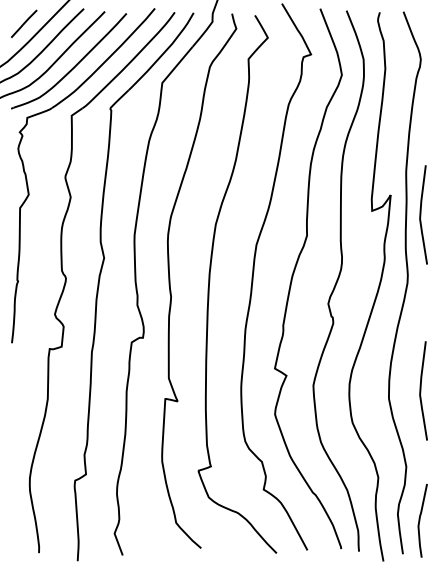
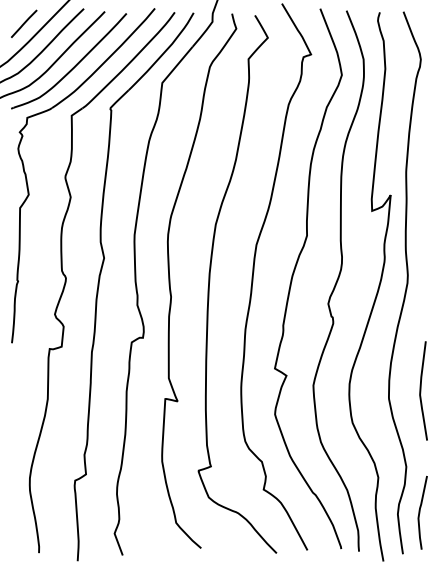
curve at (421, 214): present -> none
curve at (420, 520) position: (420, 520) -> (420, 512)
